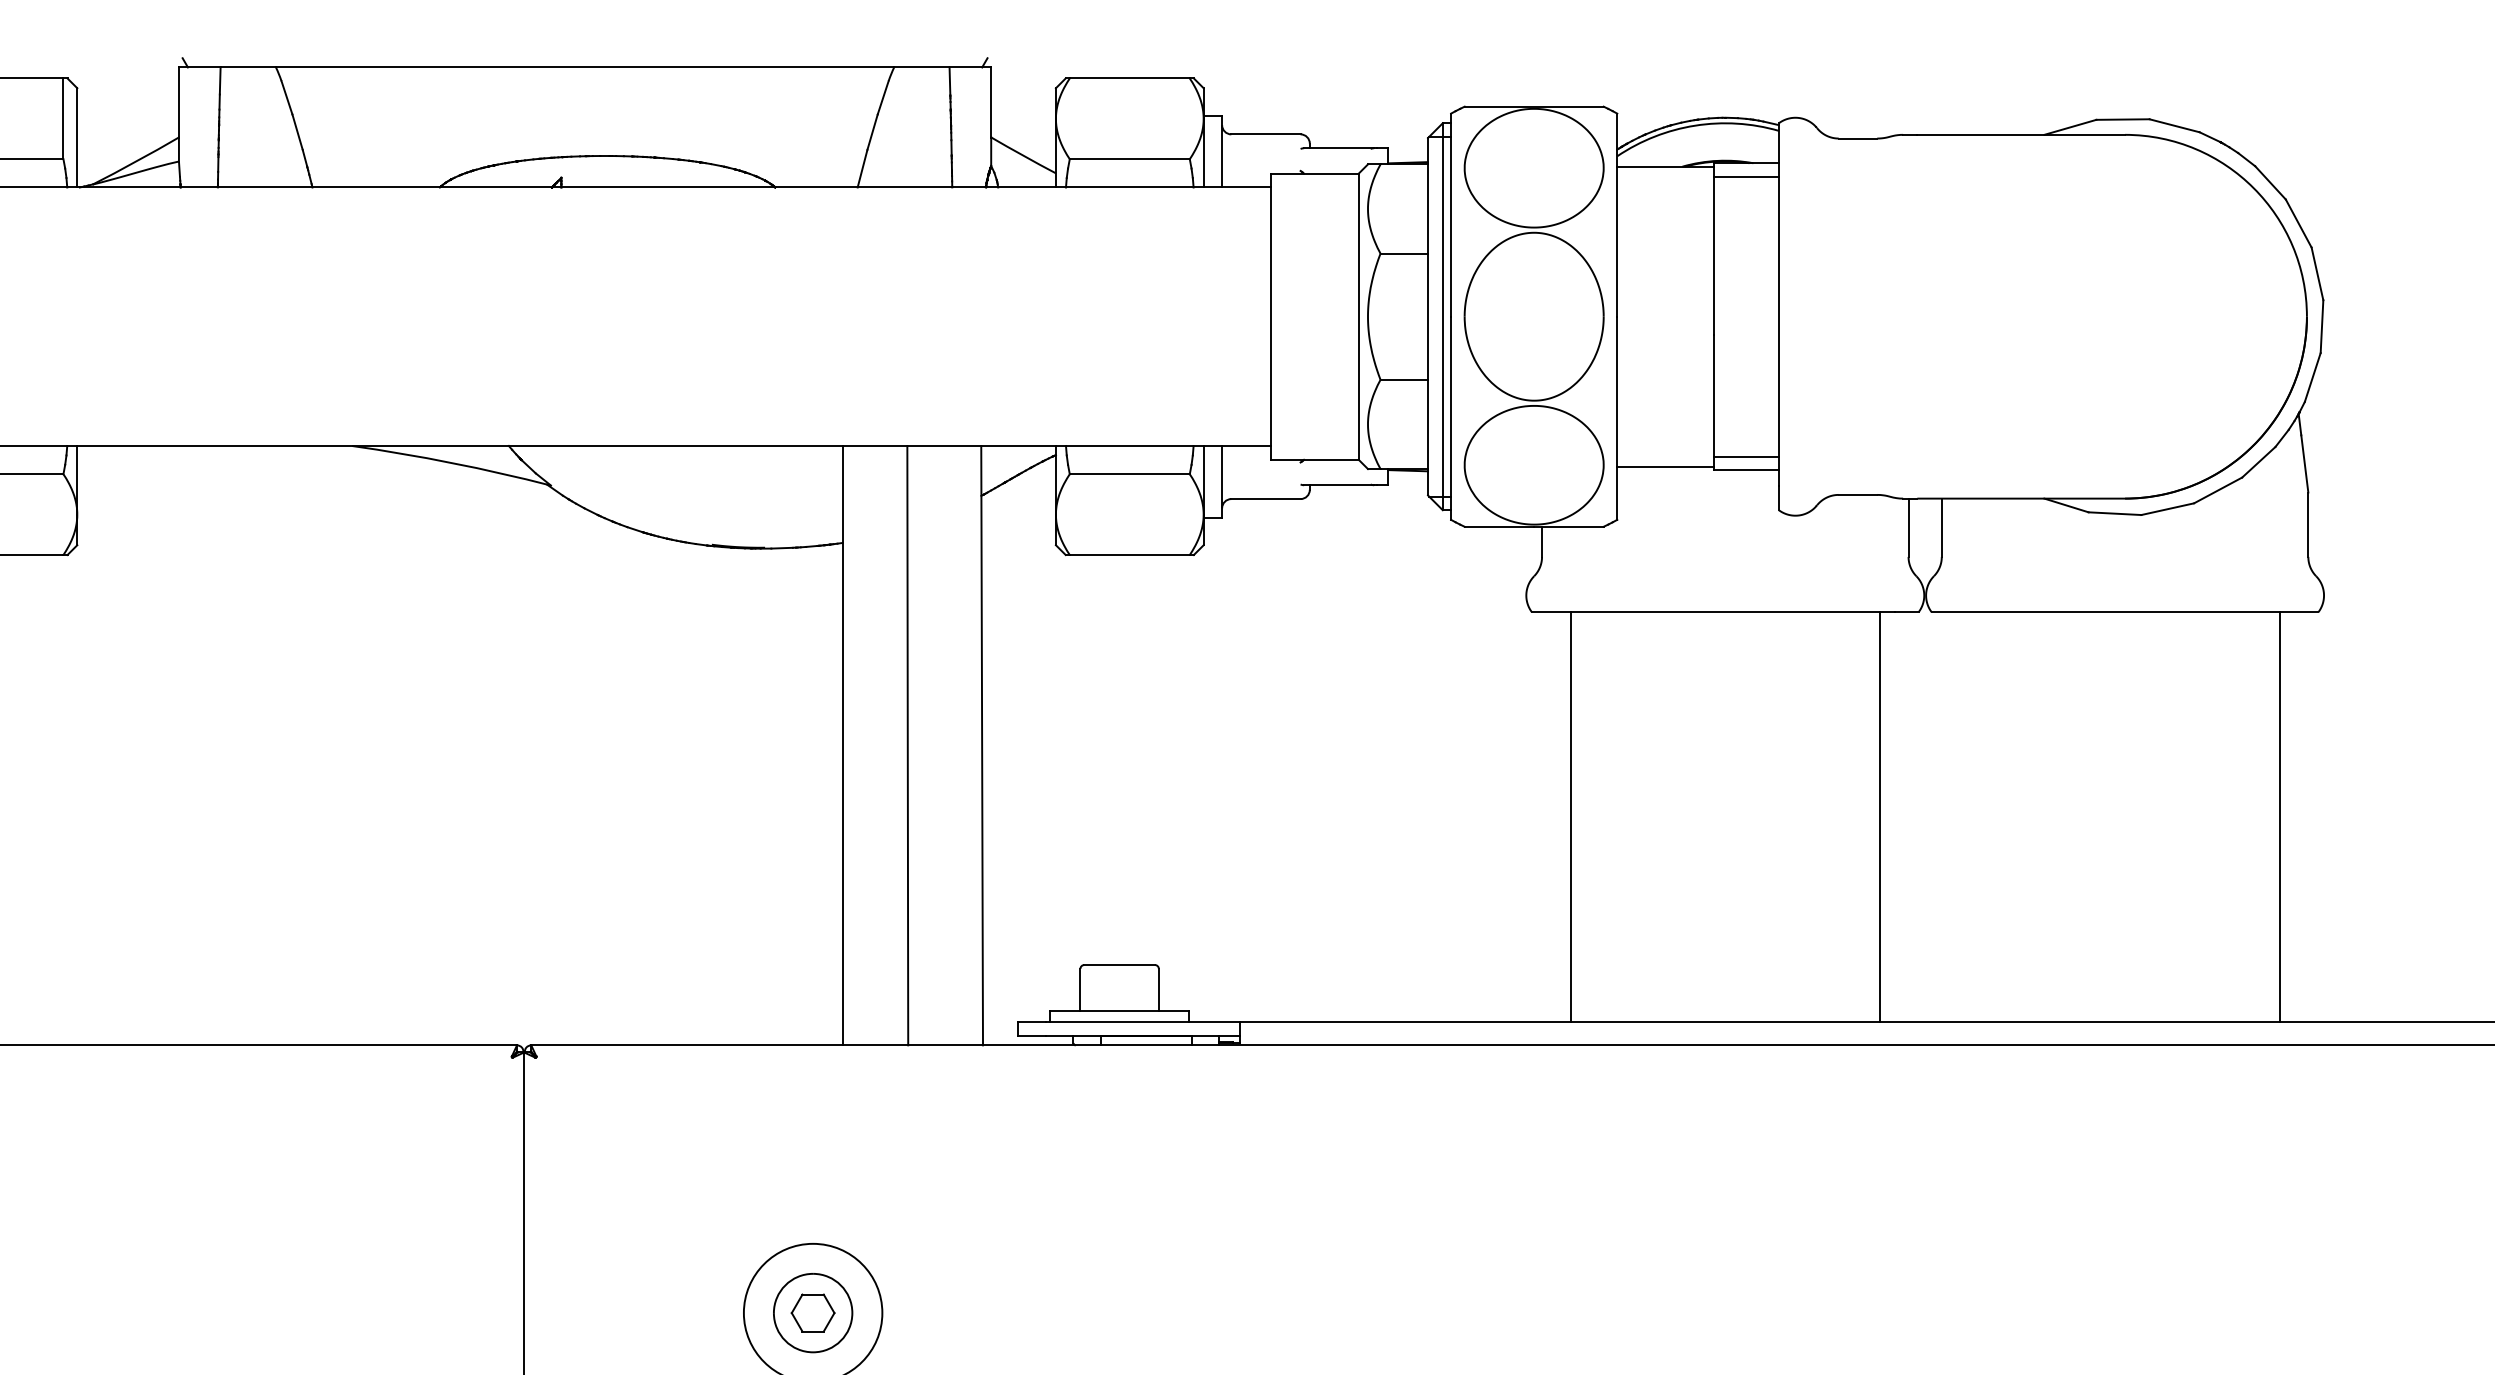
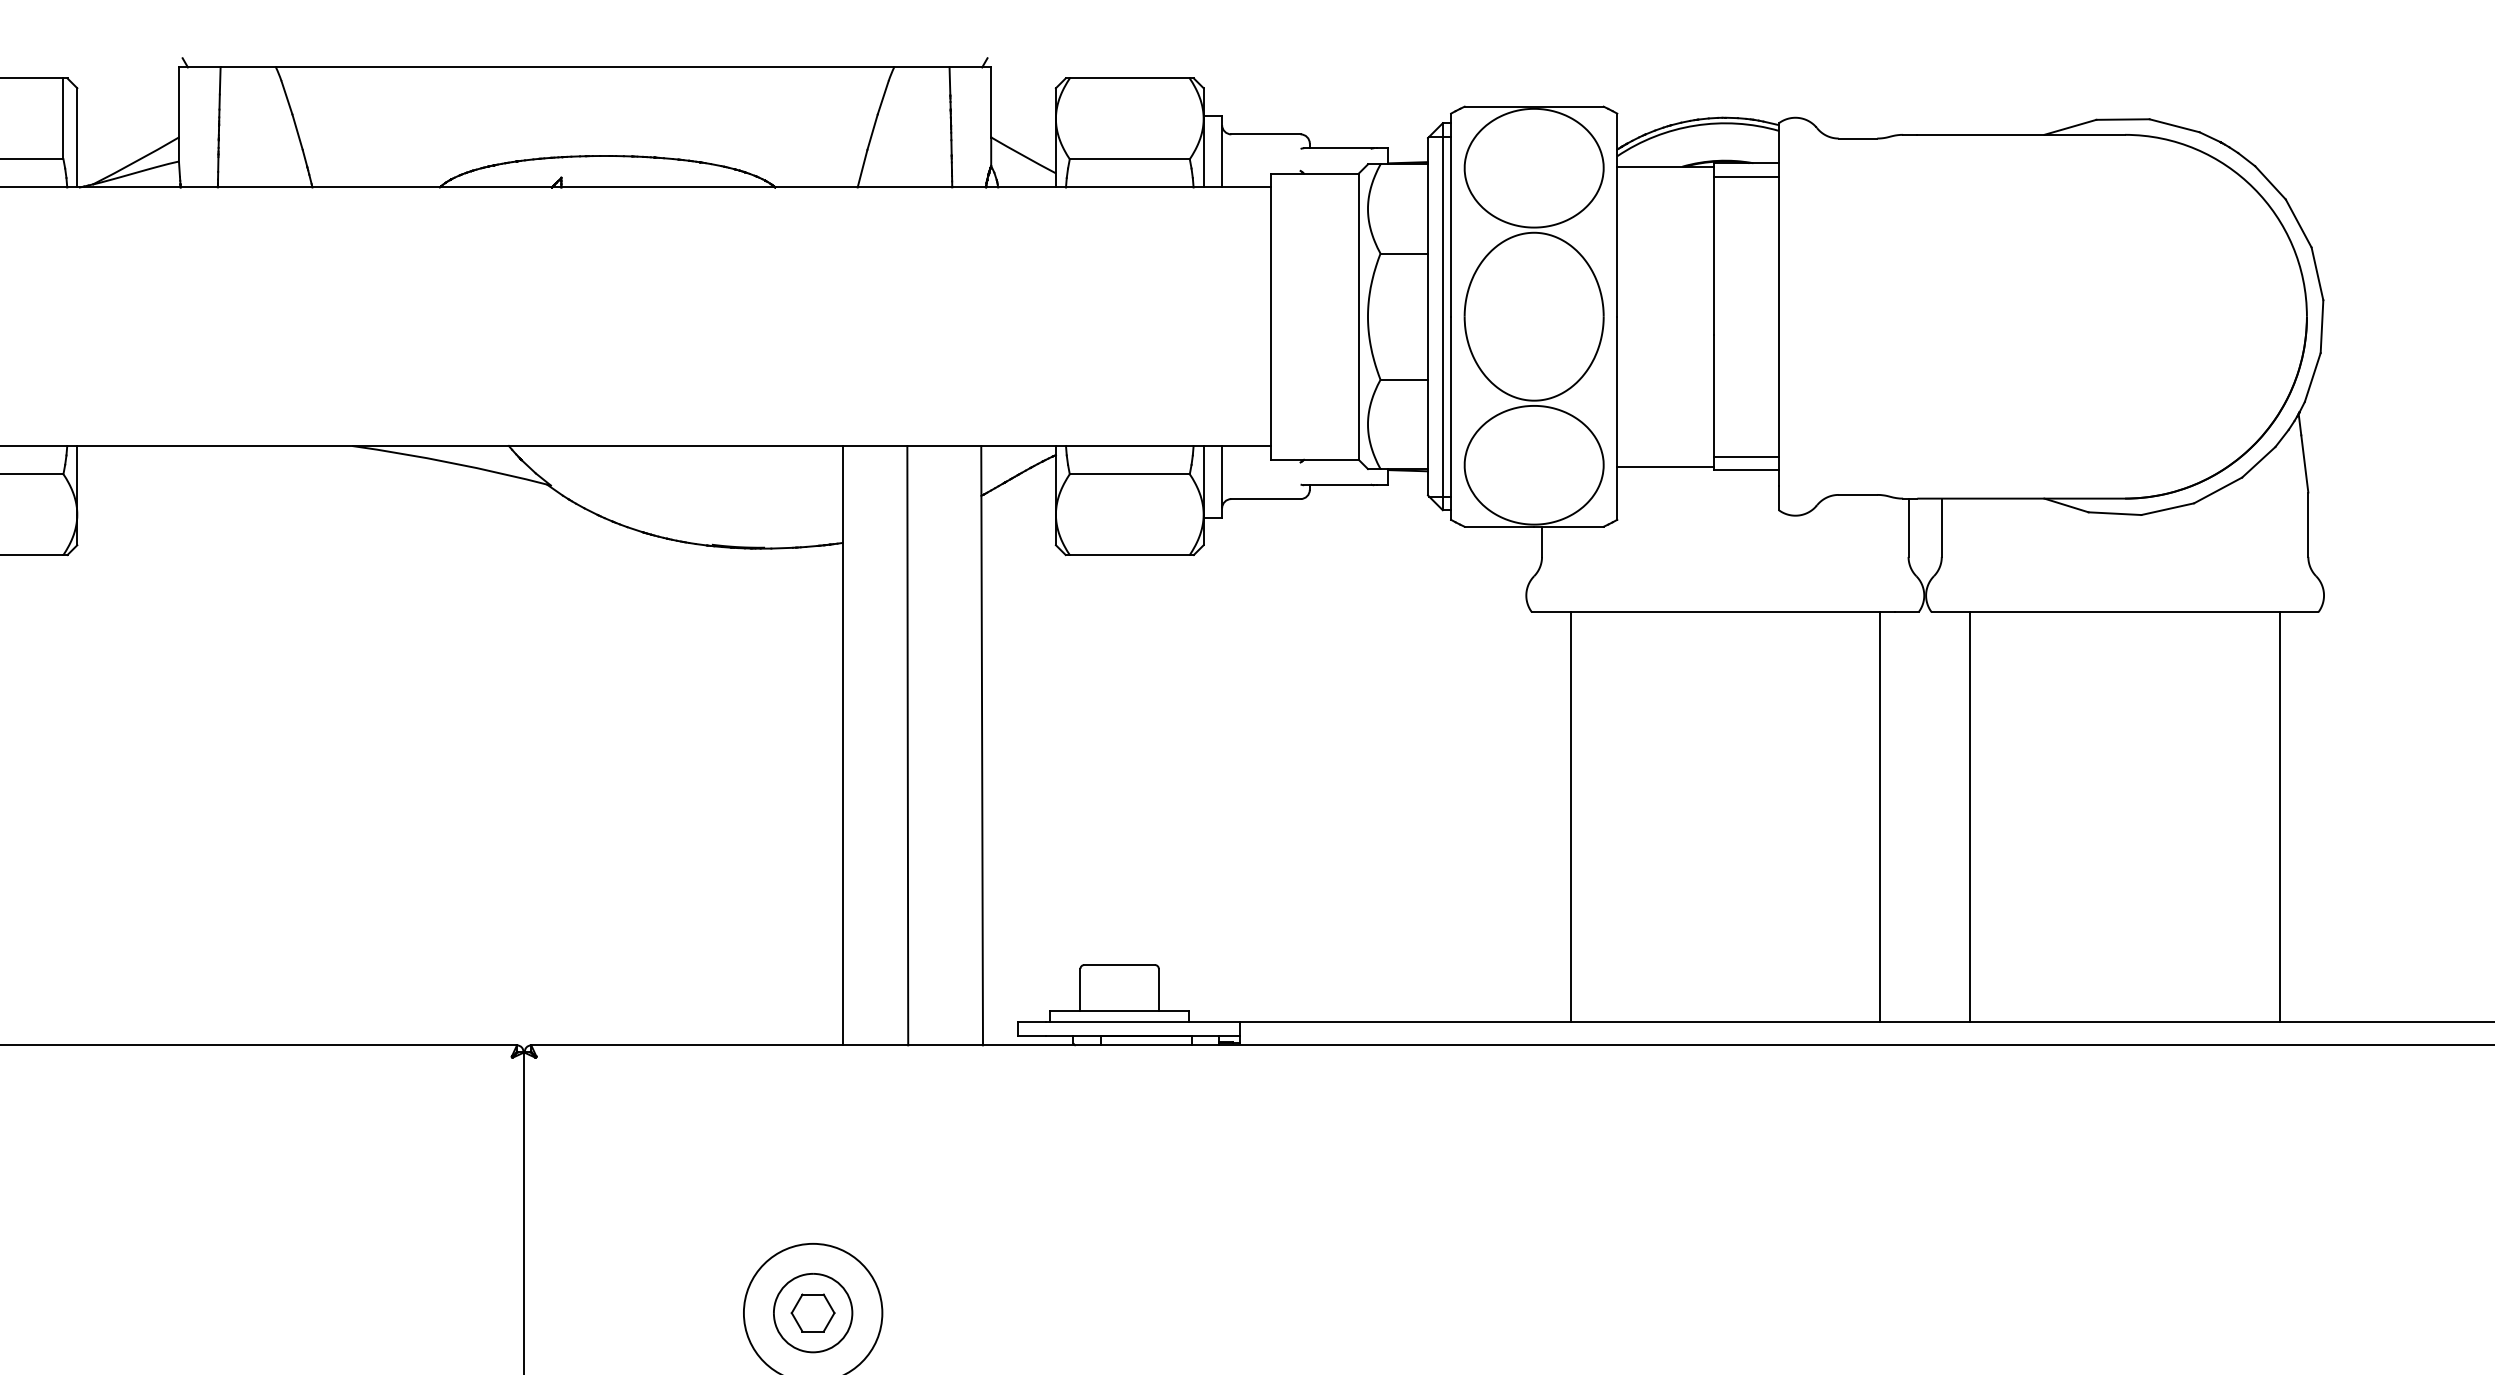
line at (1970, 817): none -> present
